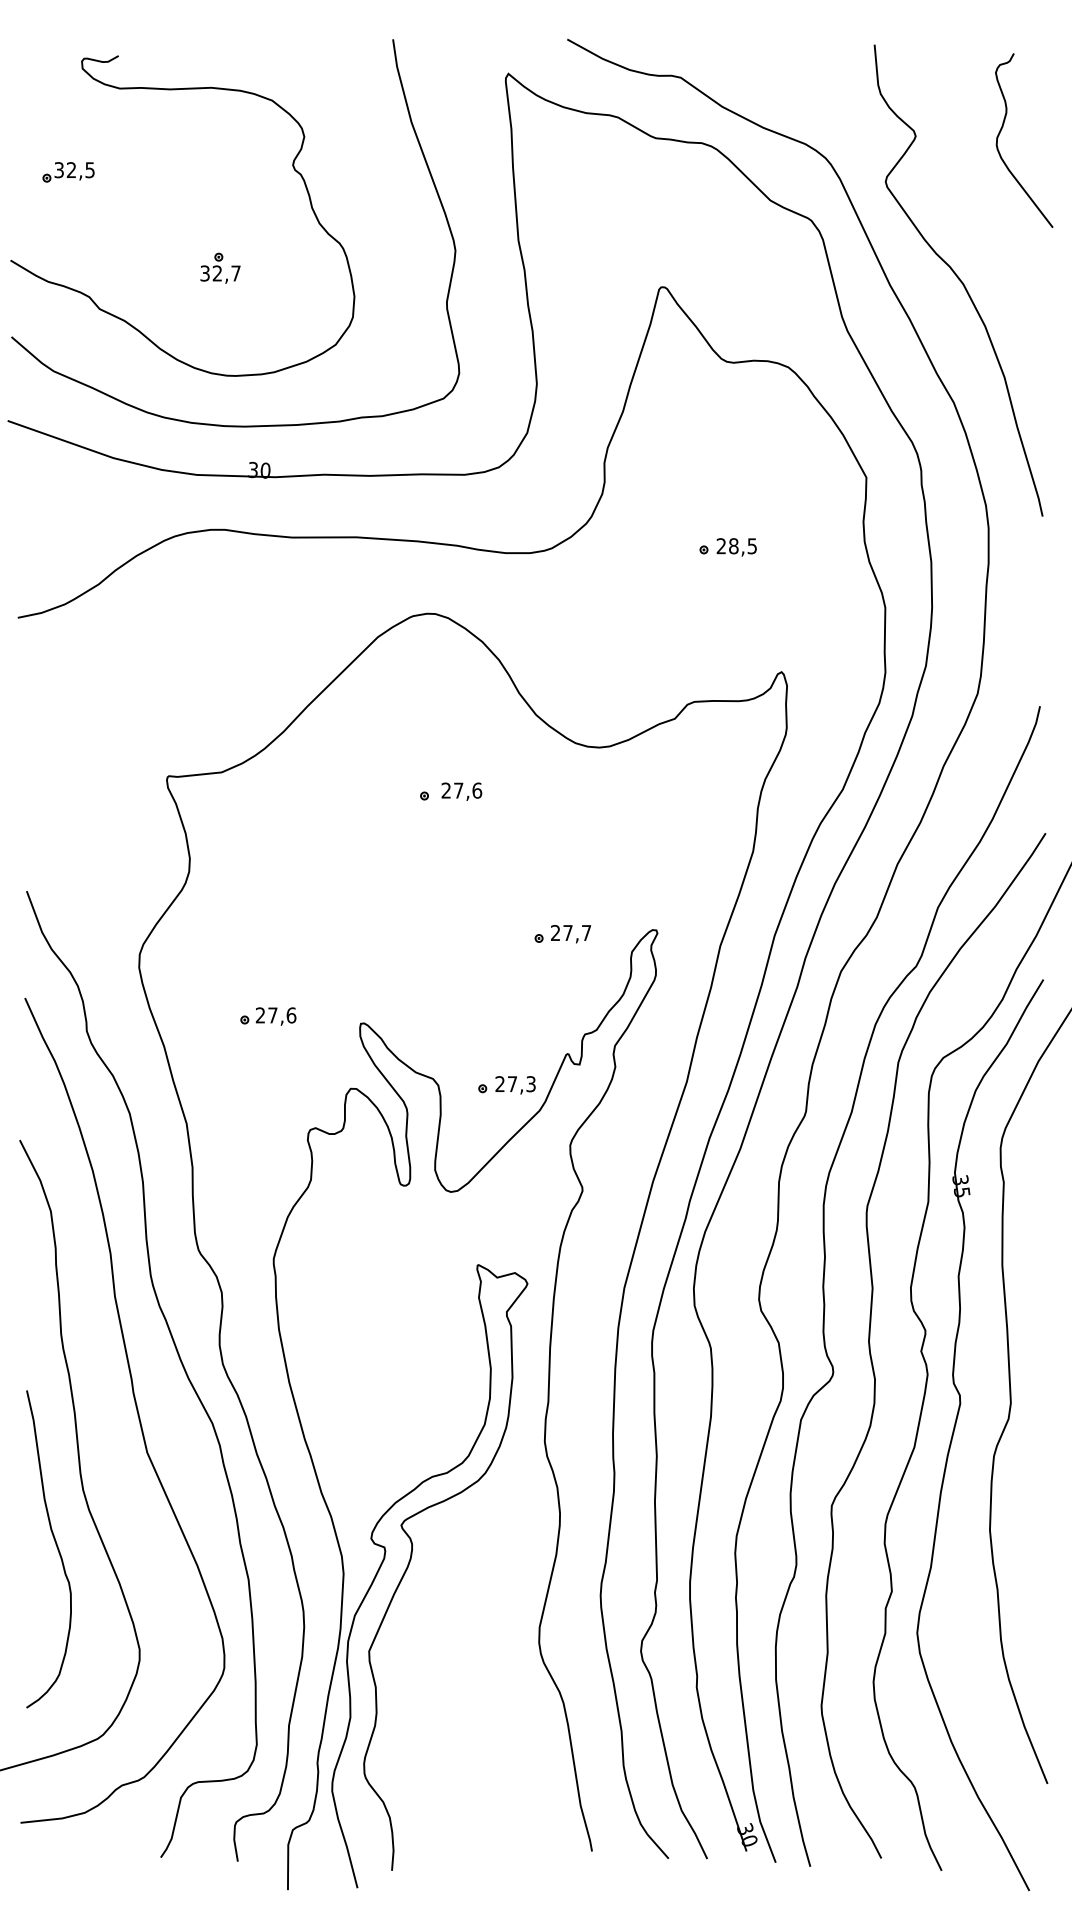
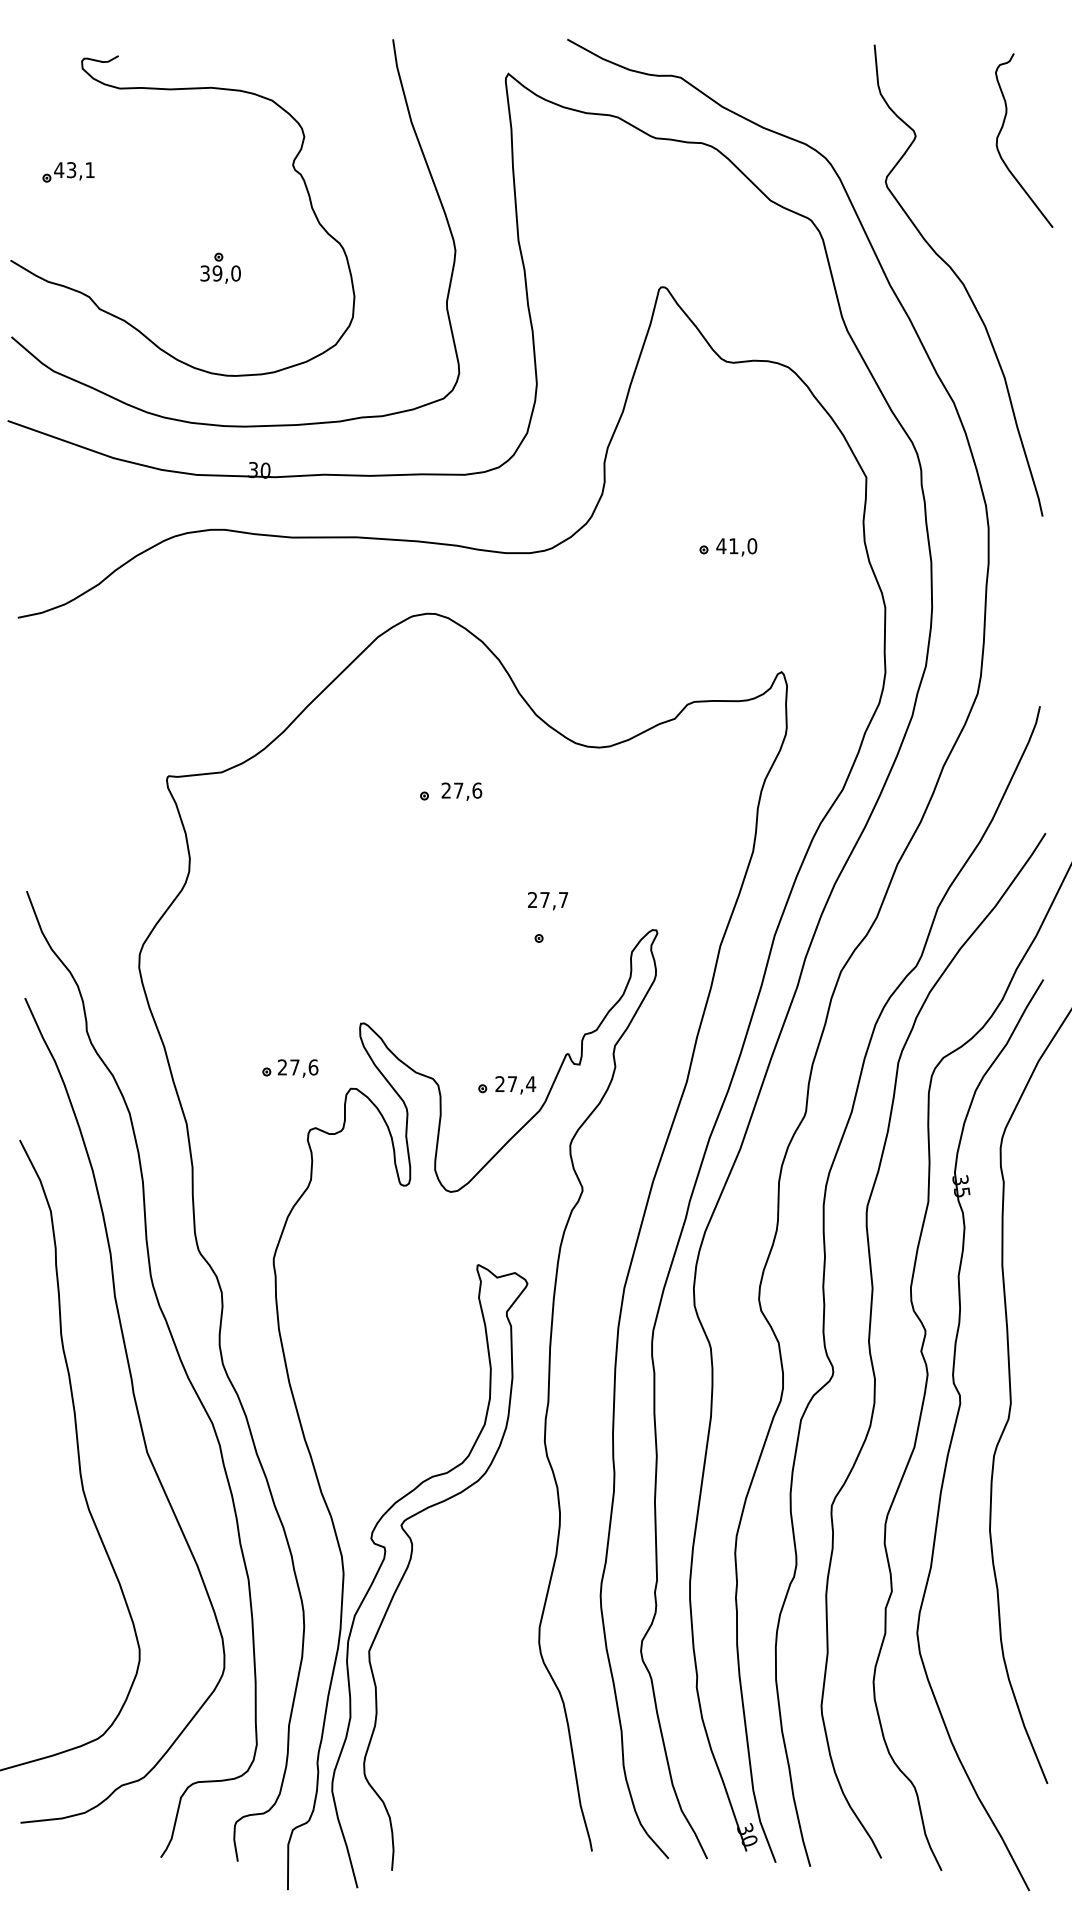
text at (74, 170): 32,5 -> 43,1
text at (226, 273): 32,7 -> 39,0
text at (736, 546): 28,5 -> 41,0
text at (571, 934) position: (571, 934) -> (548, 901)
part at (268, 1016) position: (268, 1016) -> (290, 1068)
text at (531, 1084): 27,3 -> 27,4
curve at (56, 1547): present -> none
